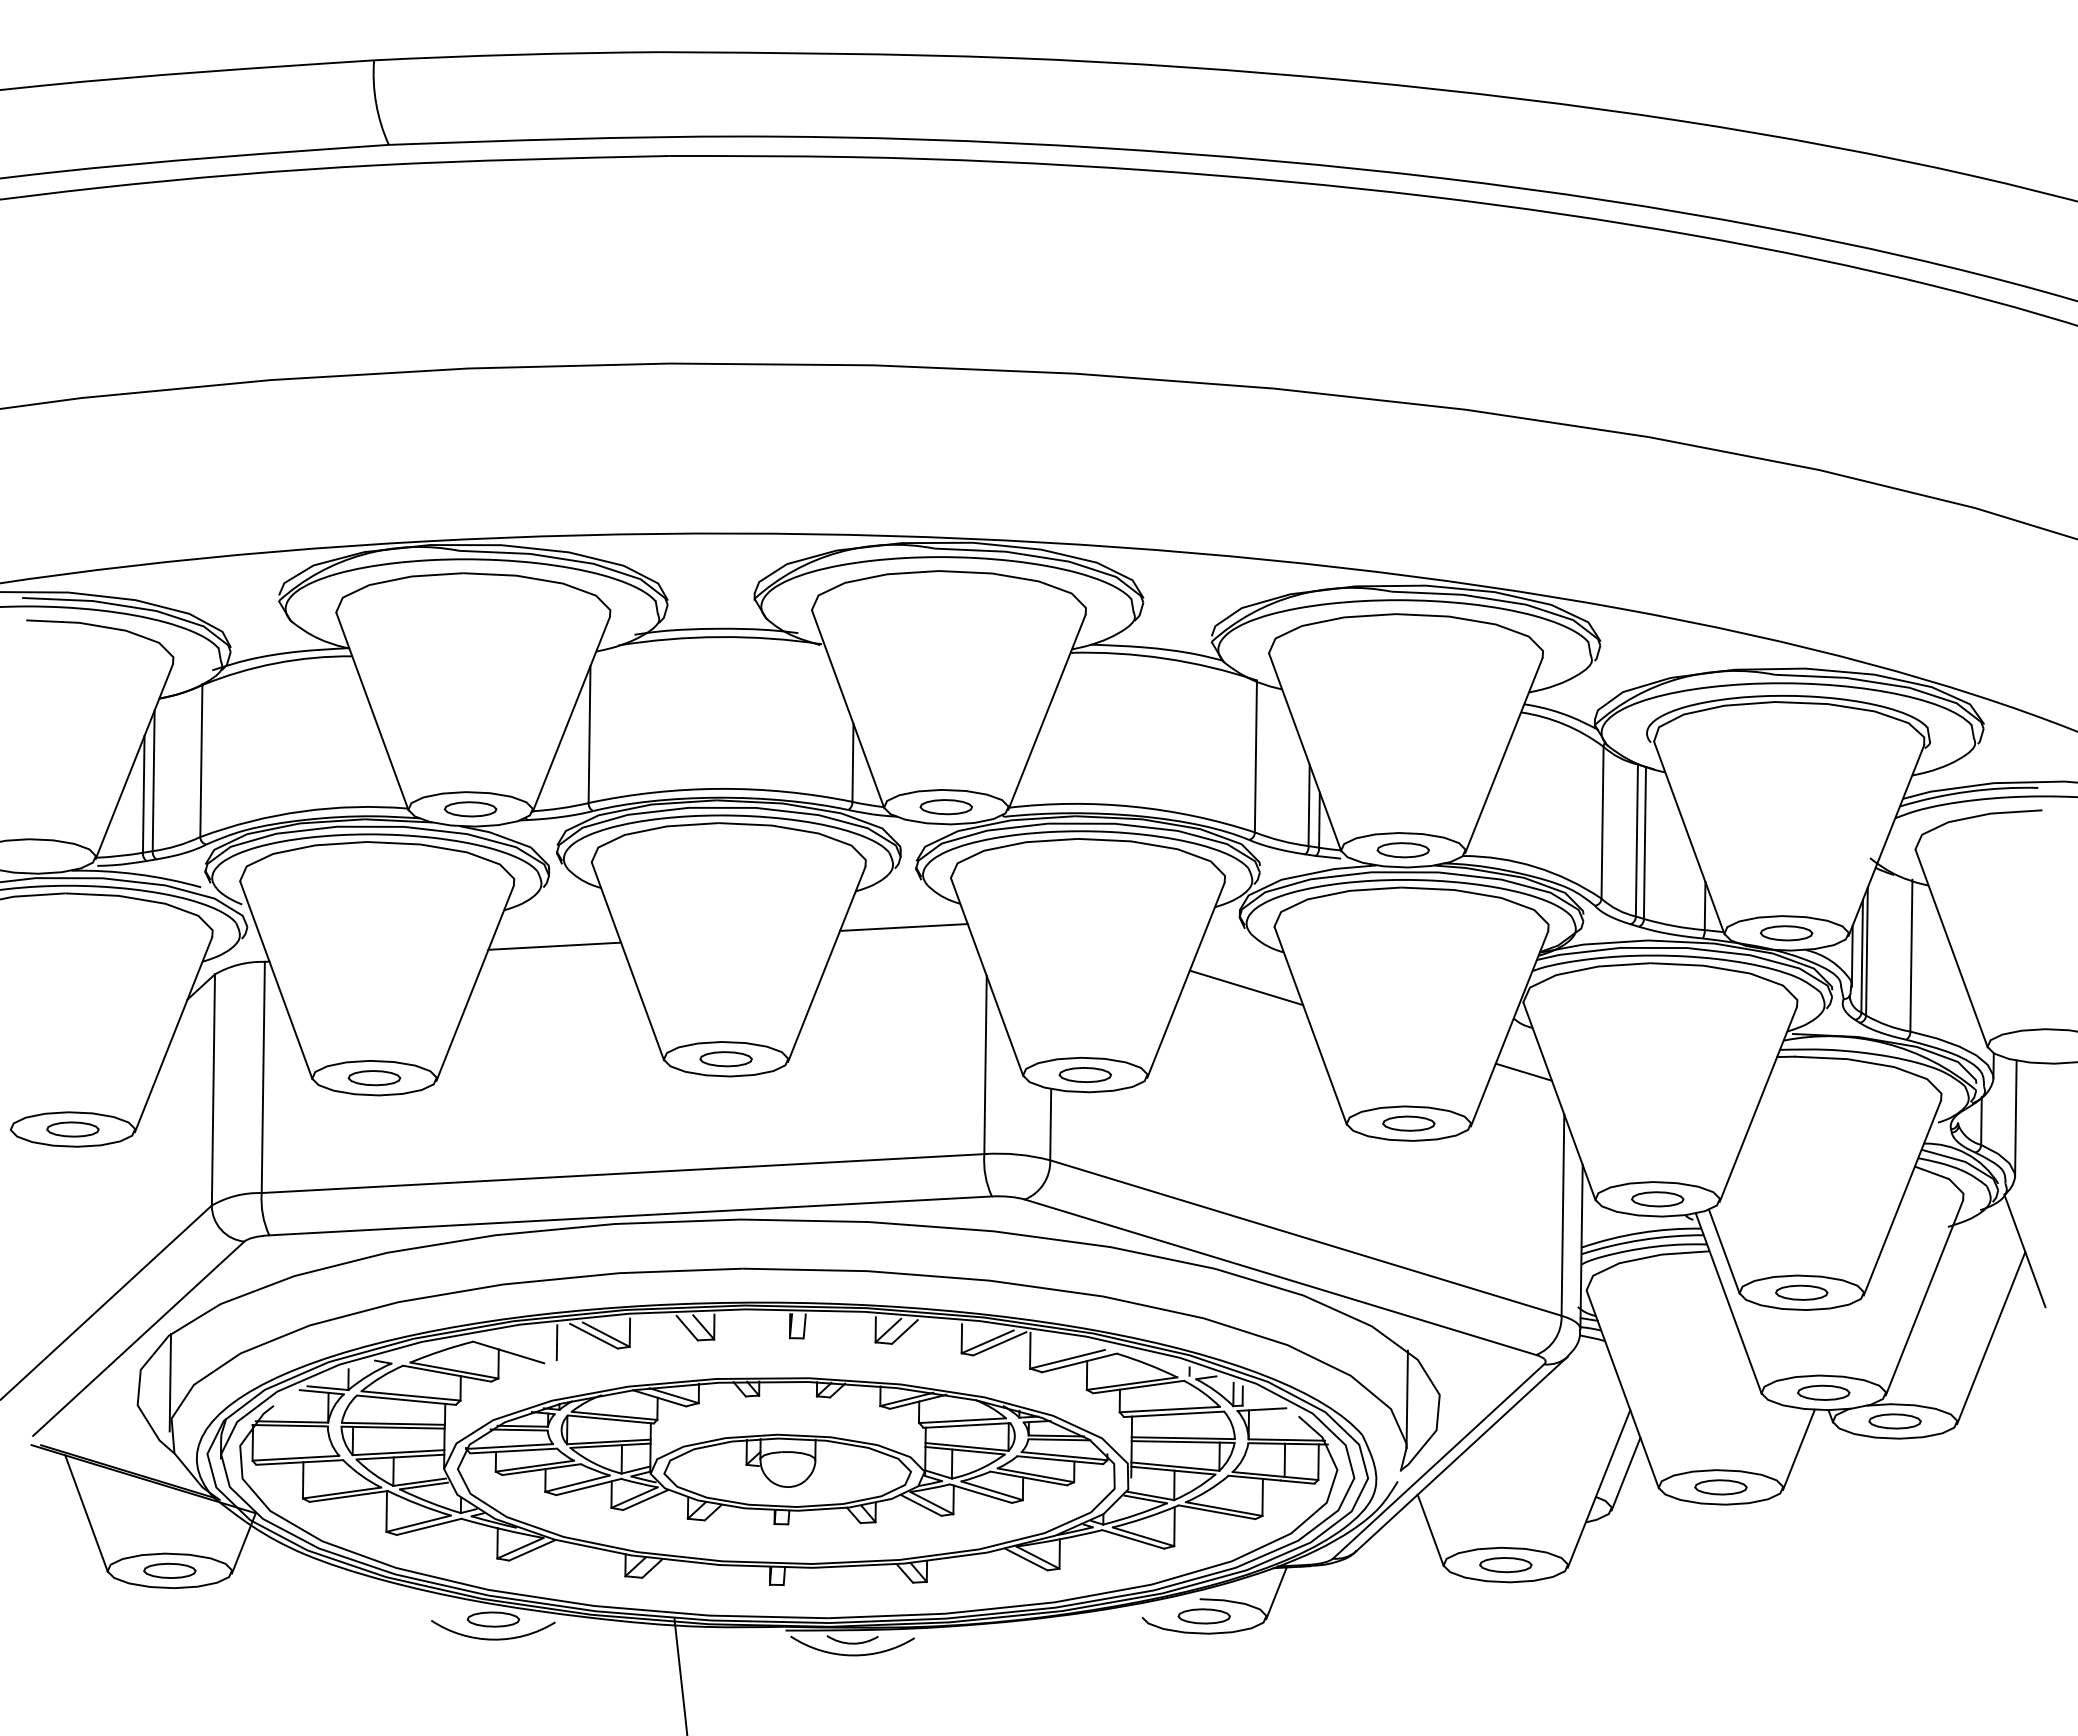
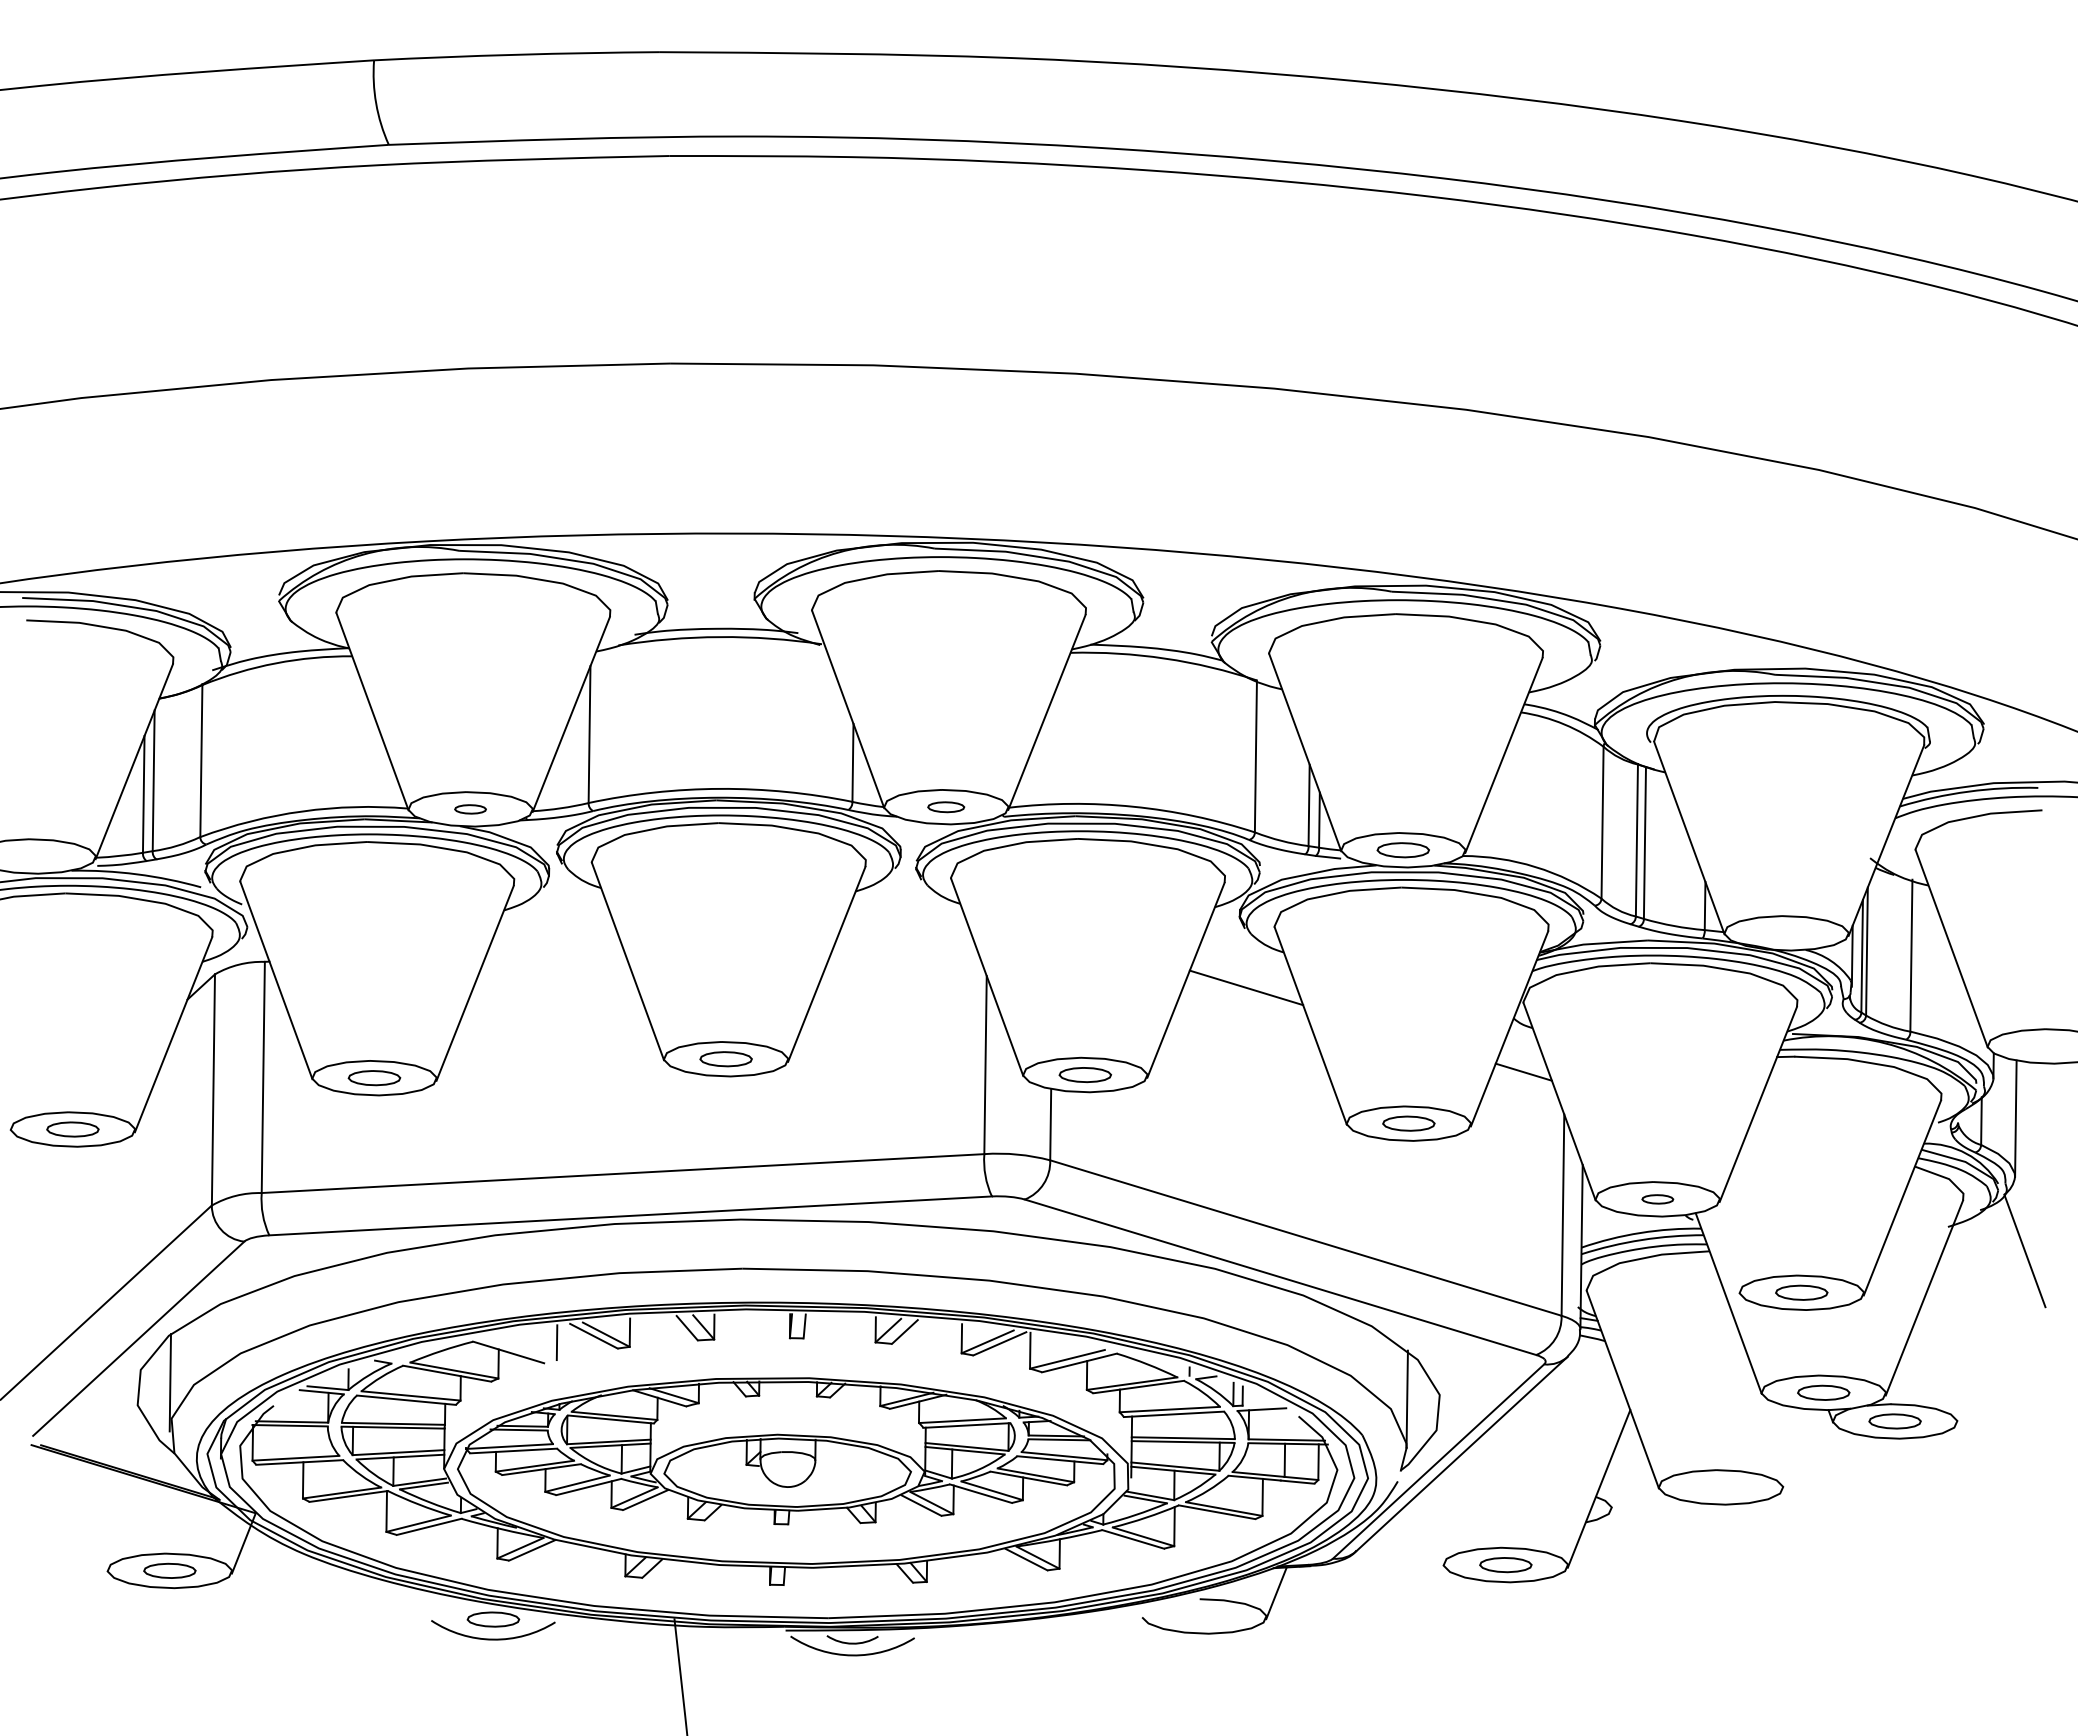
part at (945, 807) size: 54x17 px -> 39x13 px
part at (470, 809) size: 55x17 px -> 33x11 px
line at (903, 927): present -> none
part at (1786, 933): present -> none
line at (554, 945): present -> none
part at (1657, 1199) size: 54x17 px -> 34x11 px
line at (1724, 1251): present -> none
line at (1991, 1338): present -> none
line at (1798, 1449): present -> none
line at (1625, 1473): present -> none
part at (1720, 1487): present -> none
line at (86, 1513): present -> none
line at (1430, 1530): present -> none
part at (1203, 1616): present -> none
